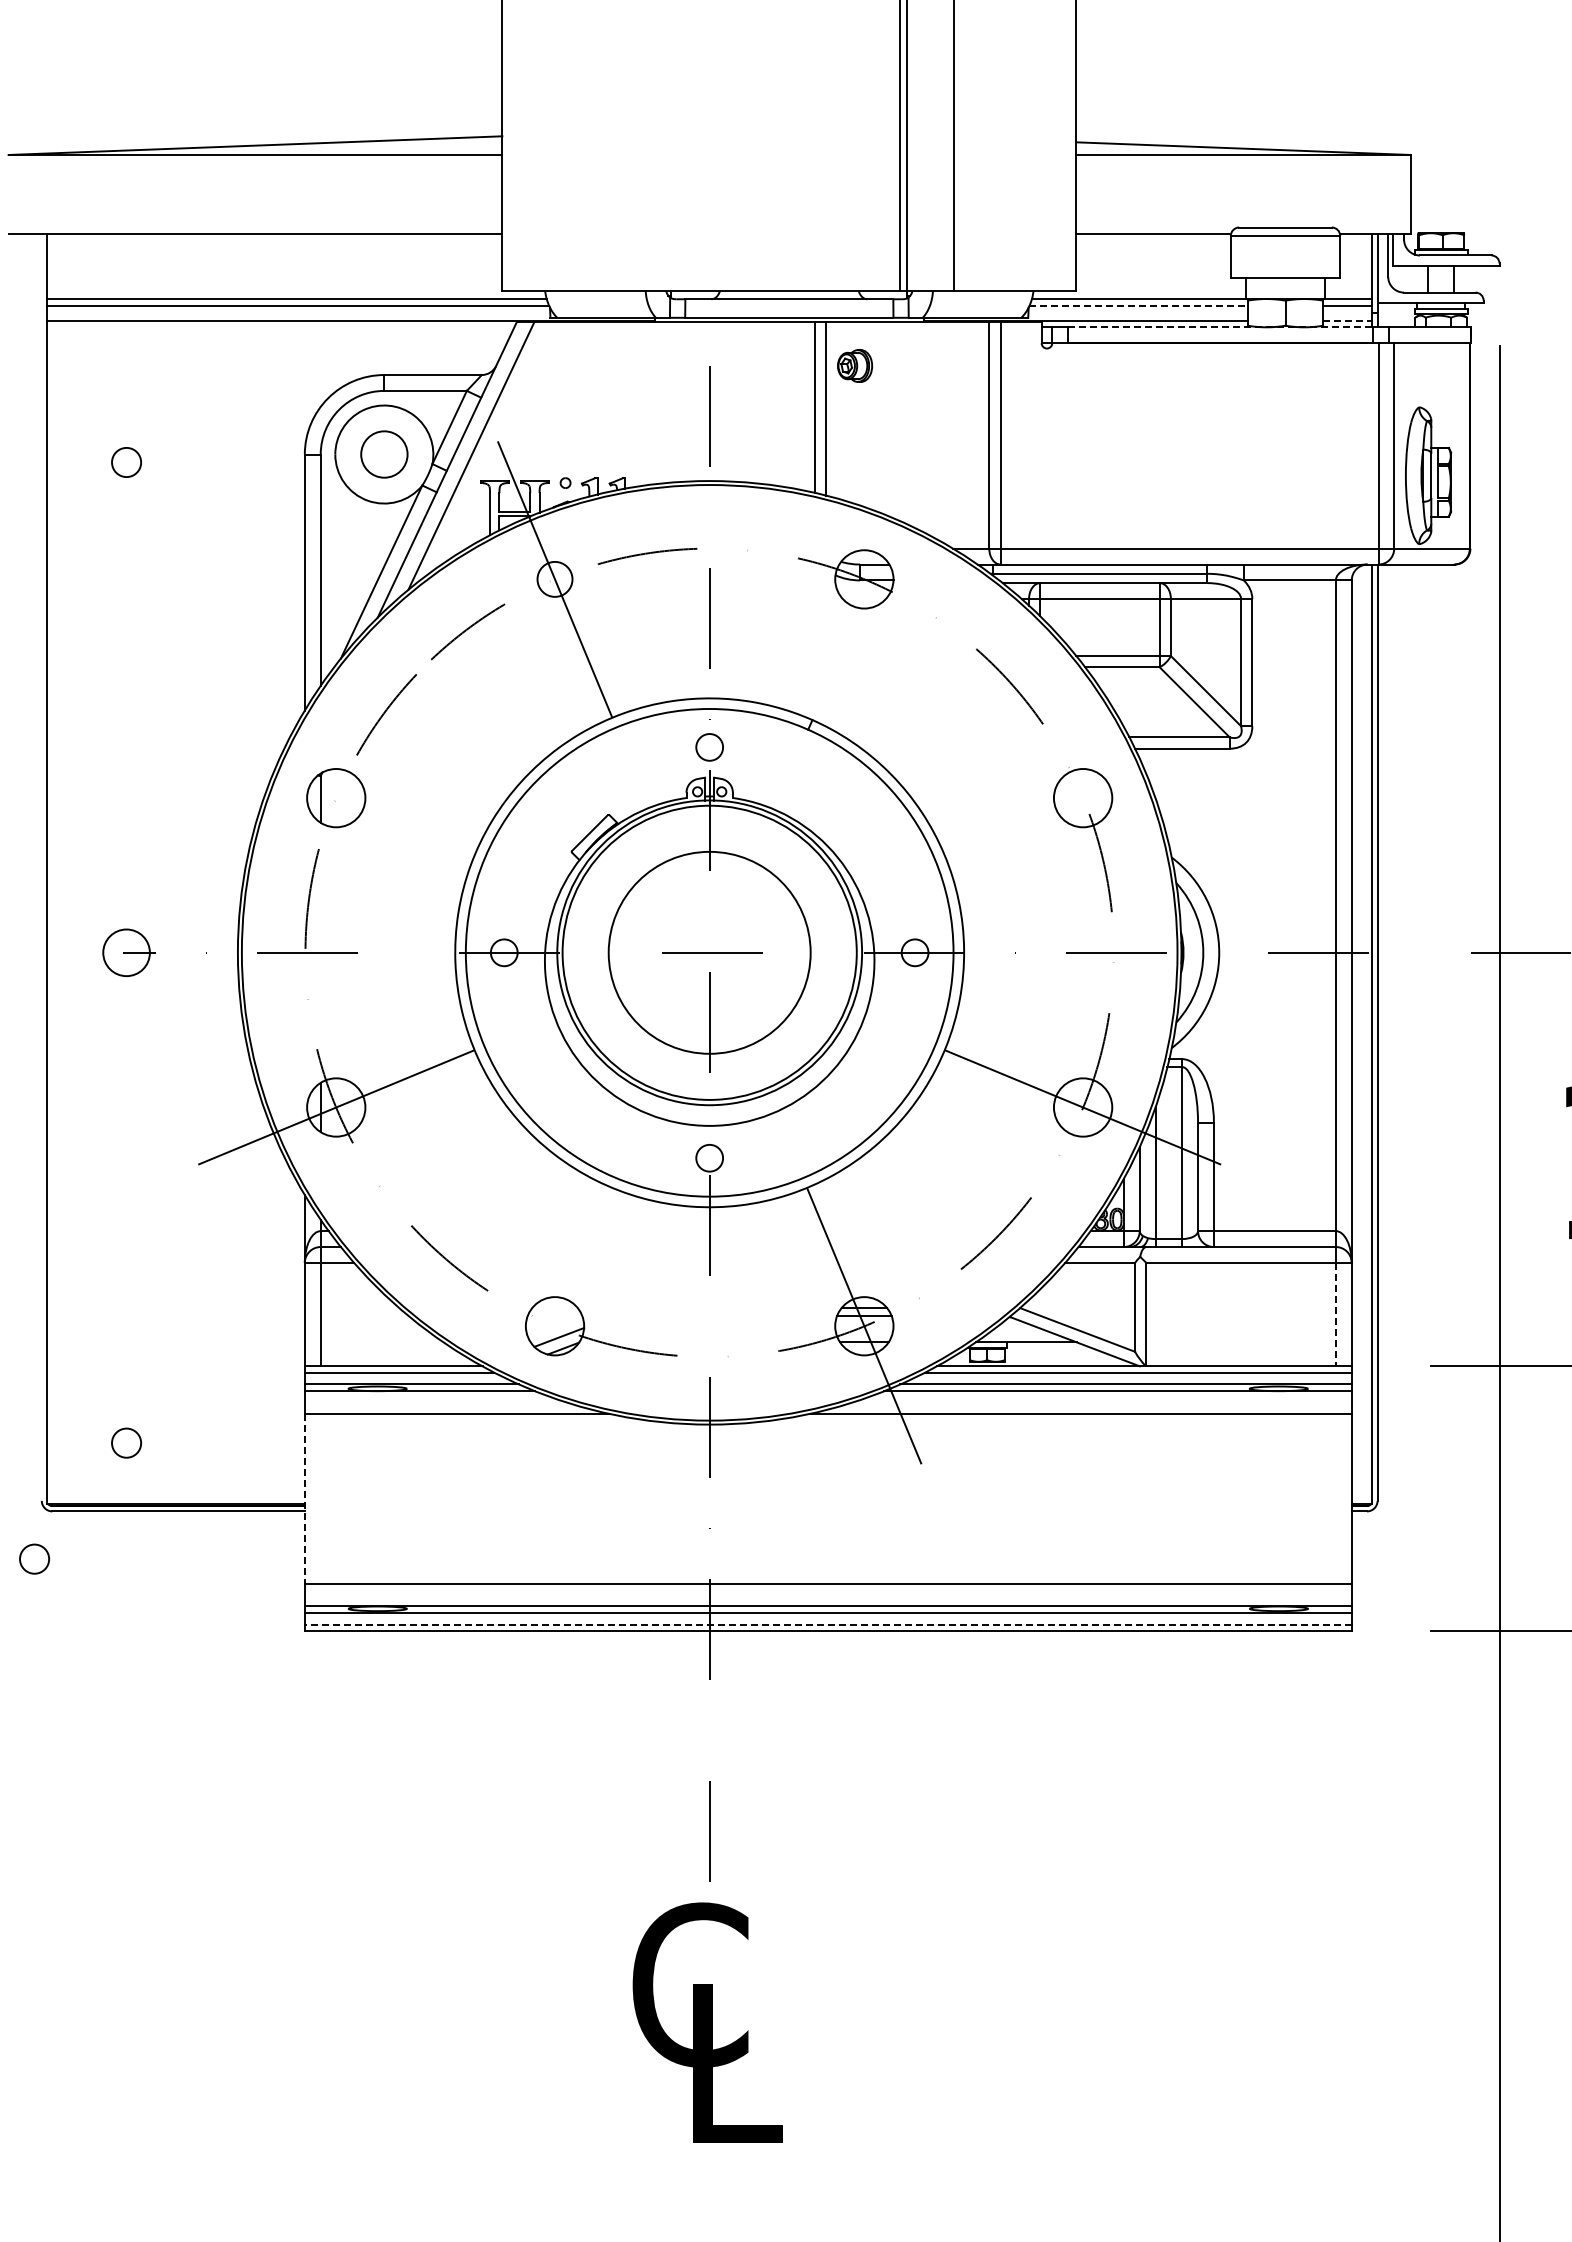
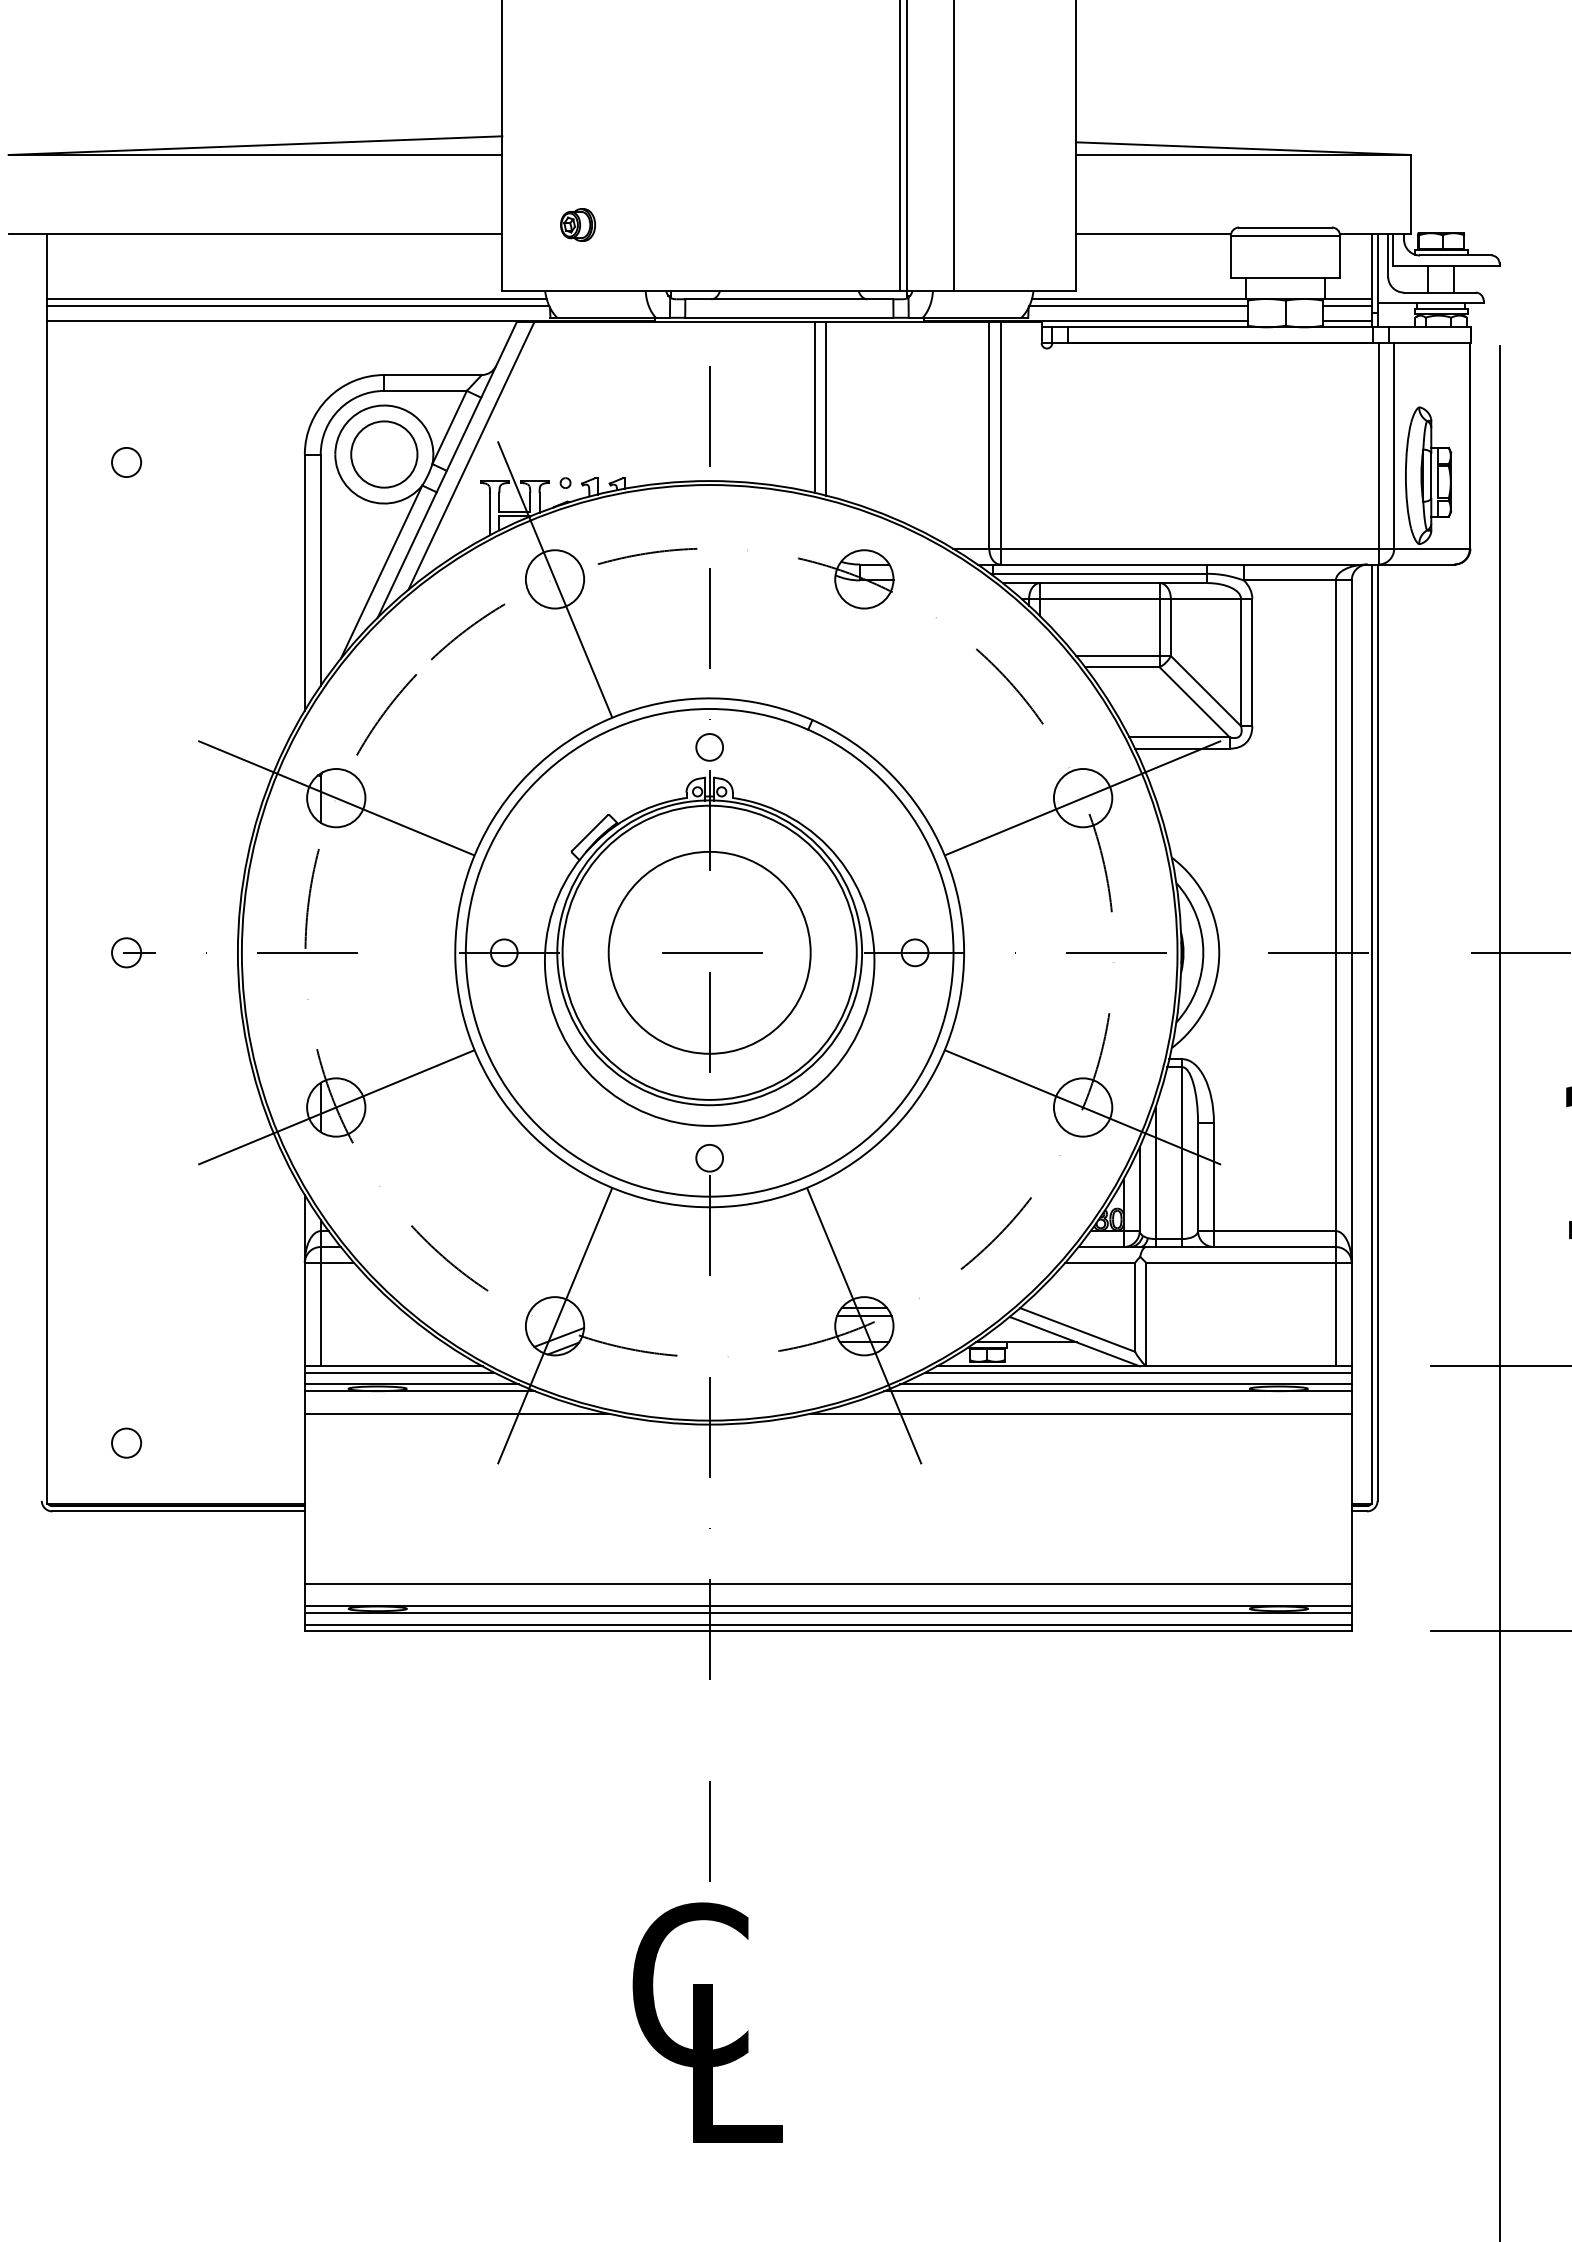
line at (1139, 306): dashed -> solid
line at (1348, 320): dashed -> solid
line at (1221, 327): dashed -> solid
part at (854, 365) position: (854, 365) -> (577, 224)
circle at (384, 454) size: 49x49 px -> 69x69 px
circle at (554, 578) diameter: 35 px -> 58 px
line at (336, 797): none -> present
line at (1082, 797): none -> present
circle at (126, 952) diameter: 47 px -> 29 px
line at (1335, 1314): dashed -> solid
line at (554, 1326): none -> present
line at (304, 1499): dashed -> solid
circle at (34, 1558): present -> none
line at (827, 1625): dashed -> solid
